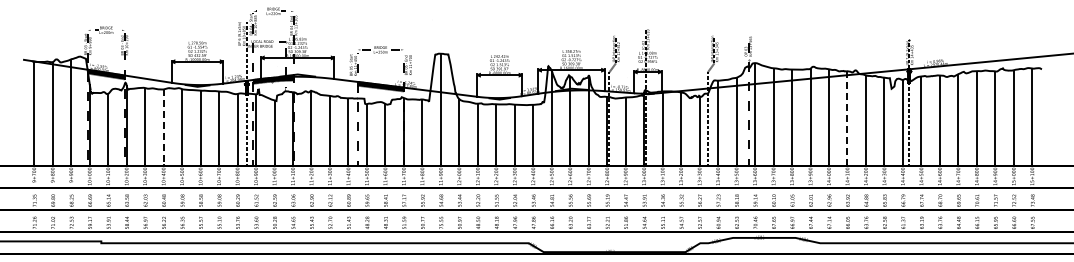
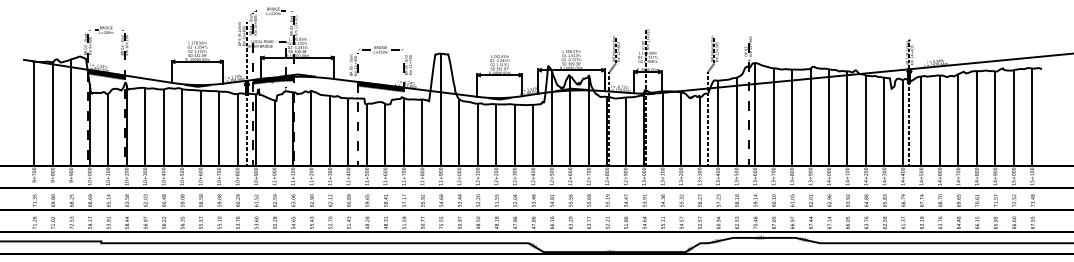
line at (847, 119): dashed -> solid
line at (163, 129): dashed -> solid
